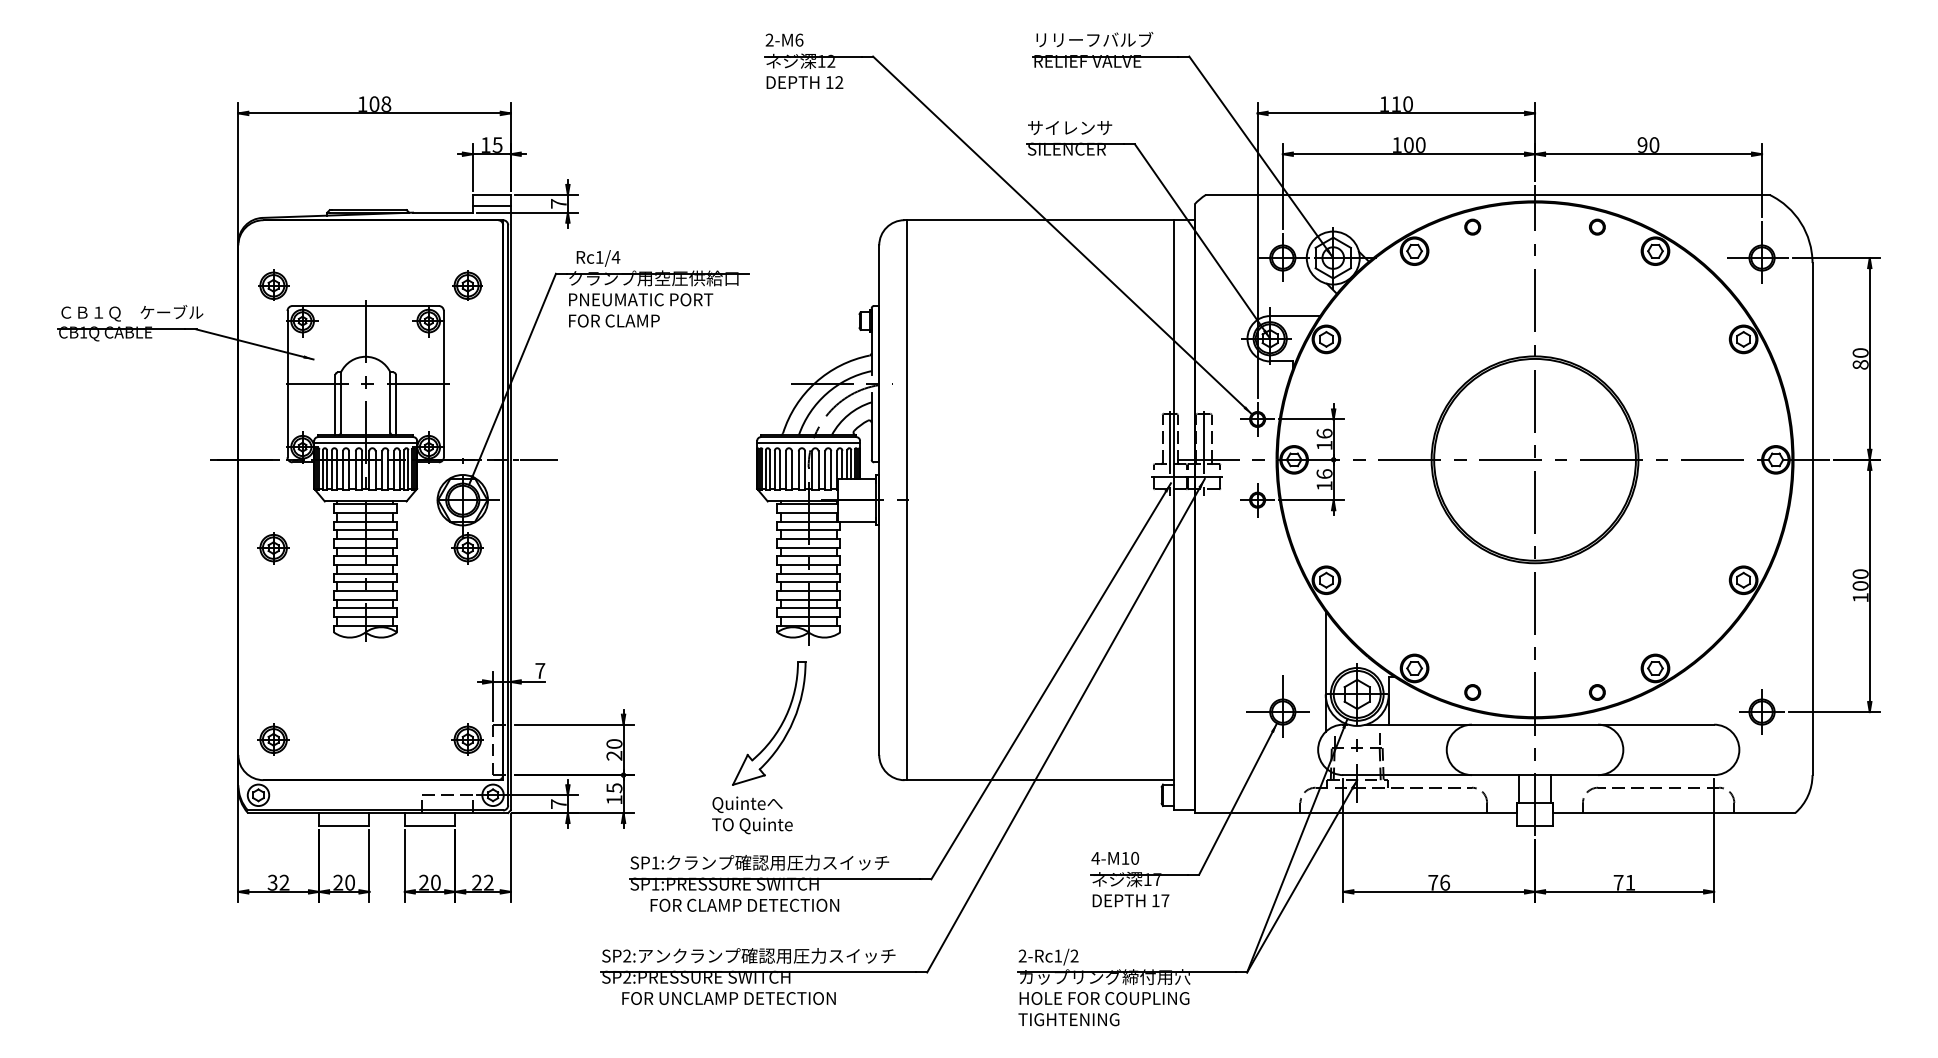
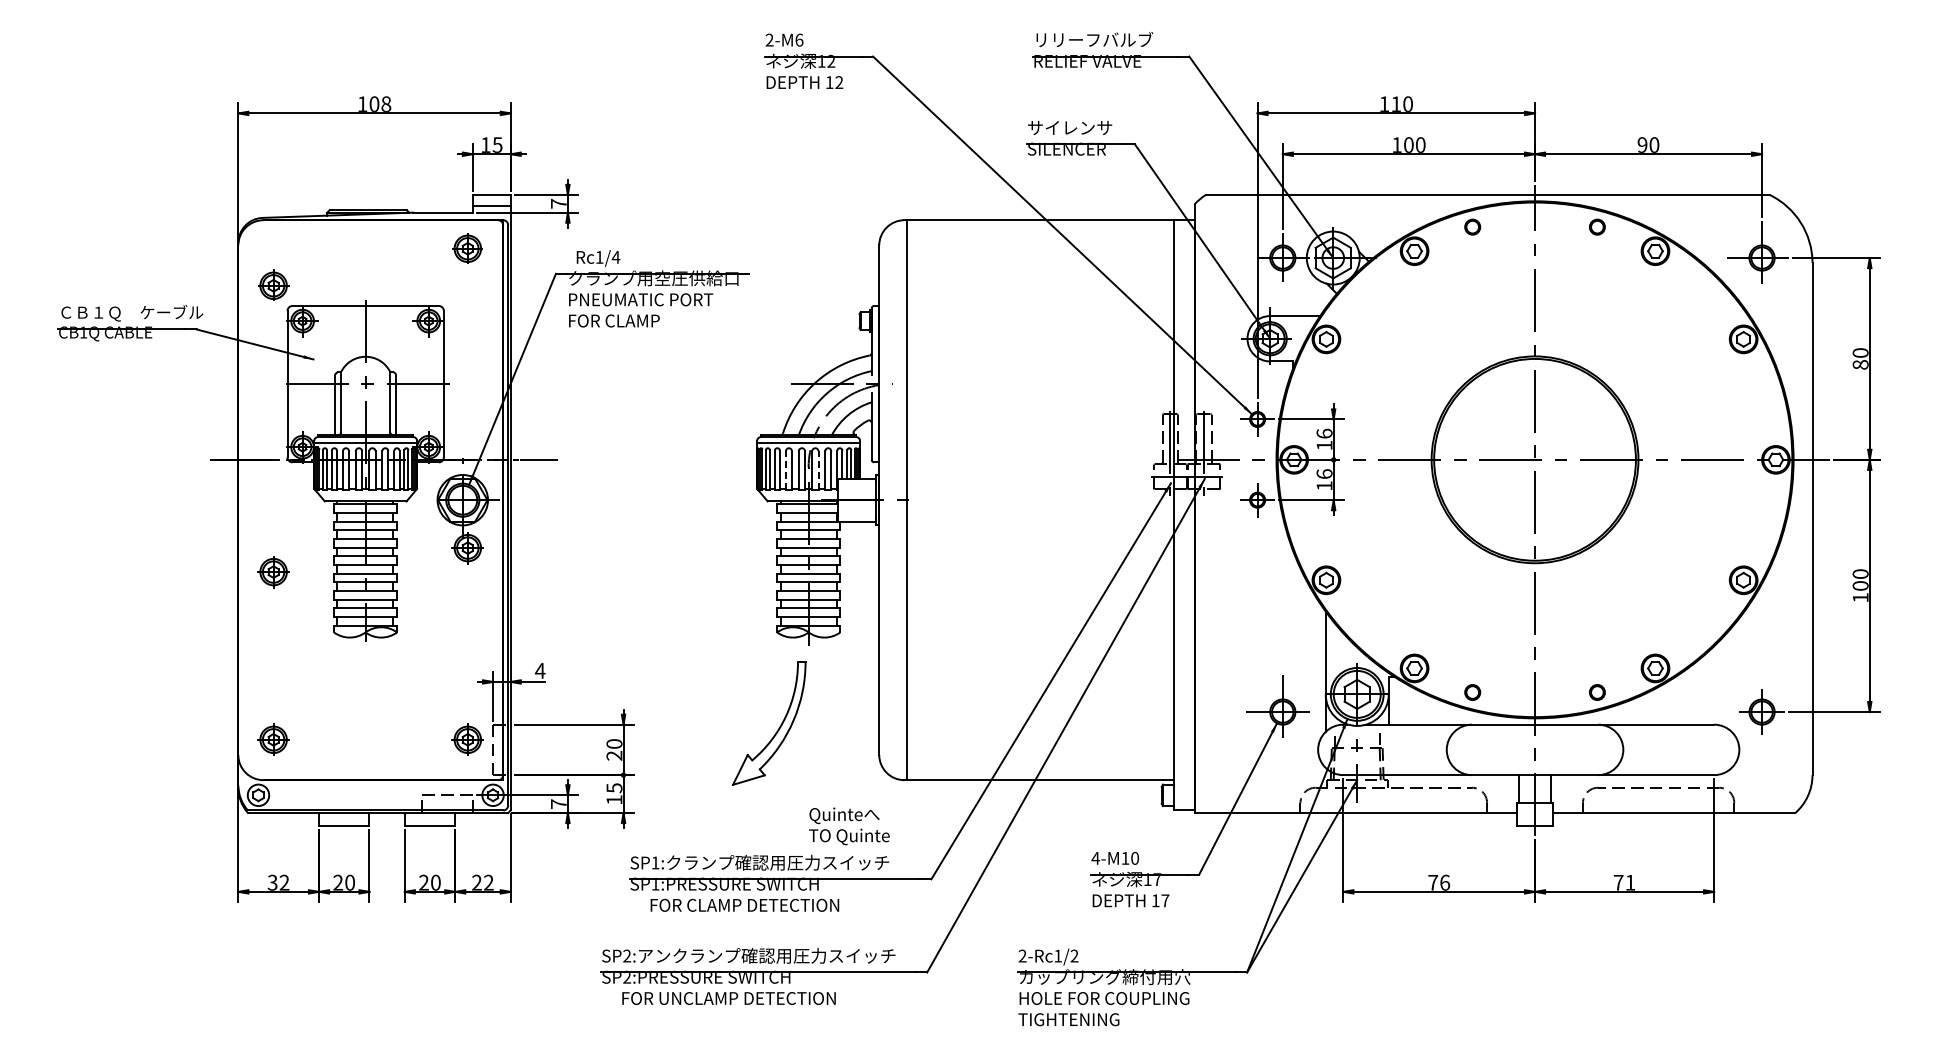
part at (467, 285) position: (467, 285) -> (467, 248)
line at (786, 470): solid -> dashed
line at (818, 470): solid -> dashed
part at (273, 548) position: (273, 548) -> (273, 572)
text at (540, 670): 7 -> 4
text at (752, 815) position: (752, 815) -> (849, 826)
